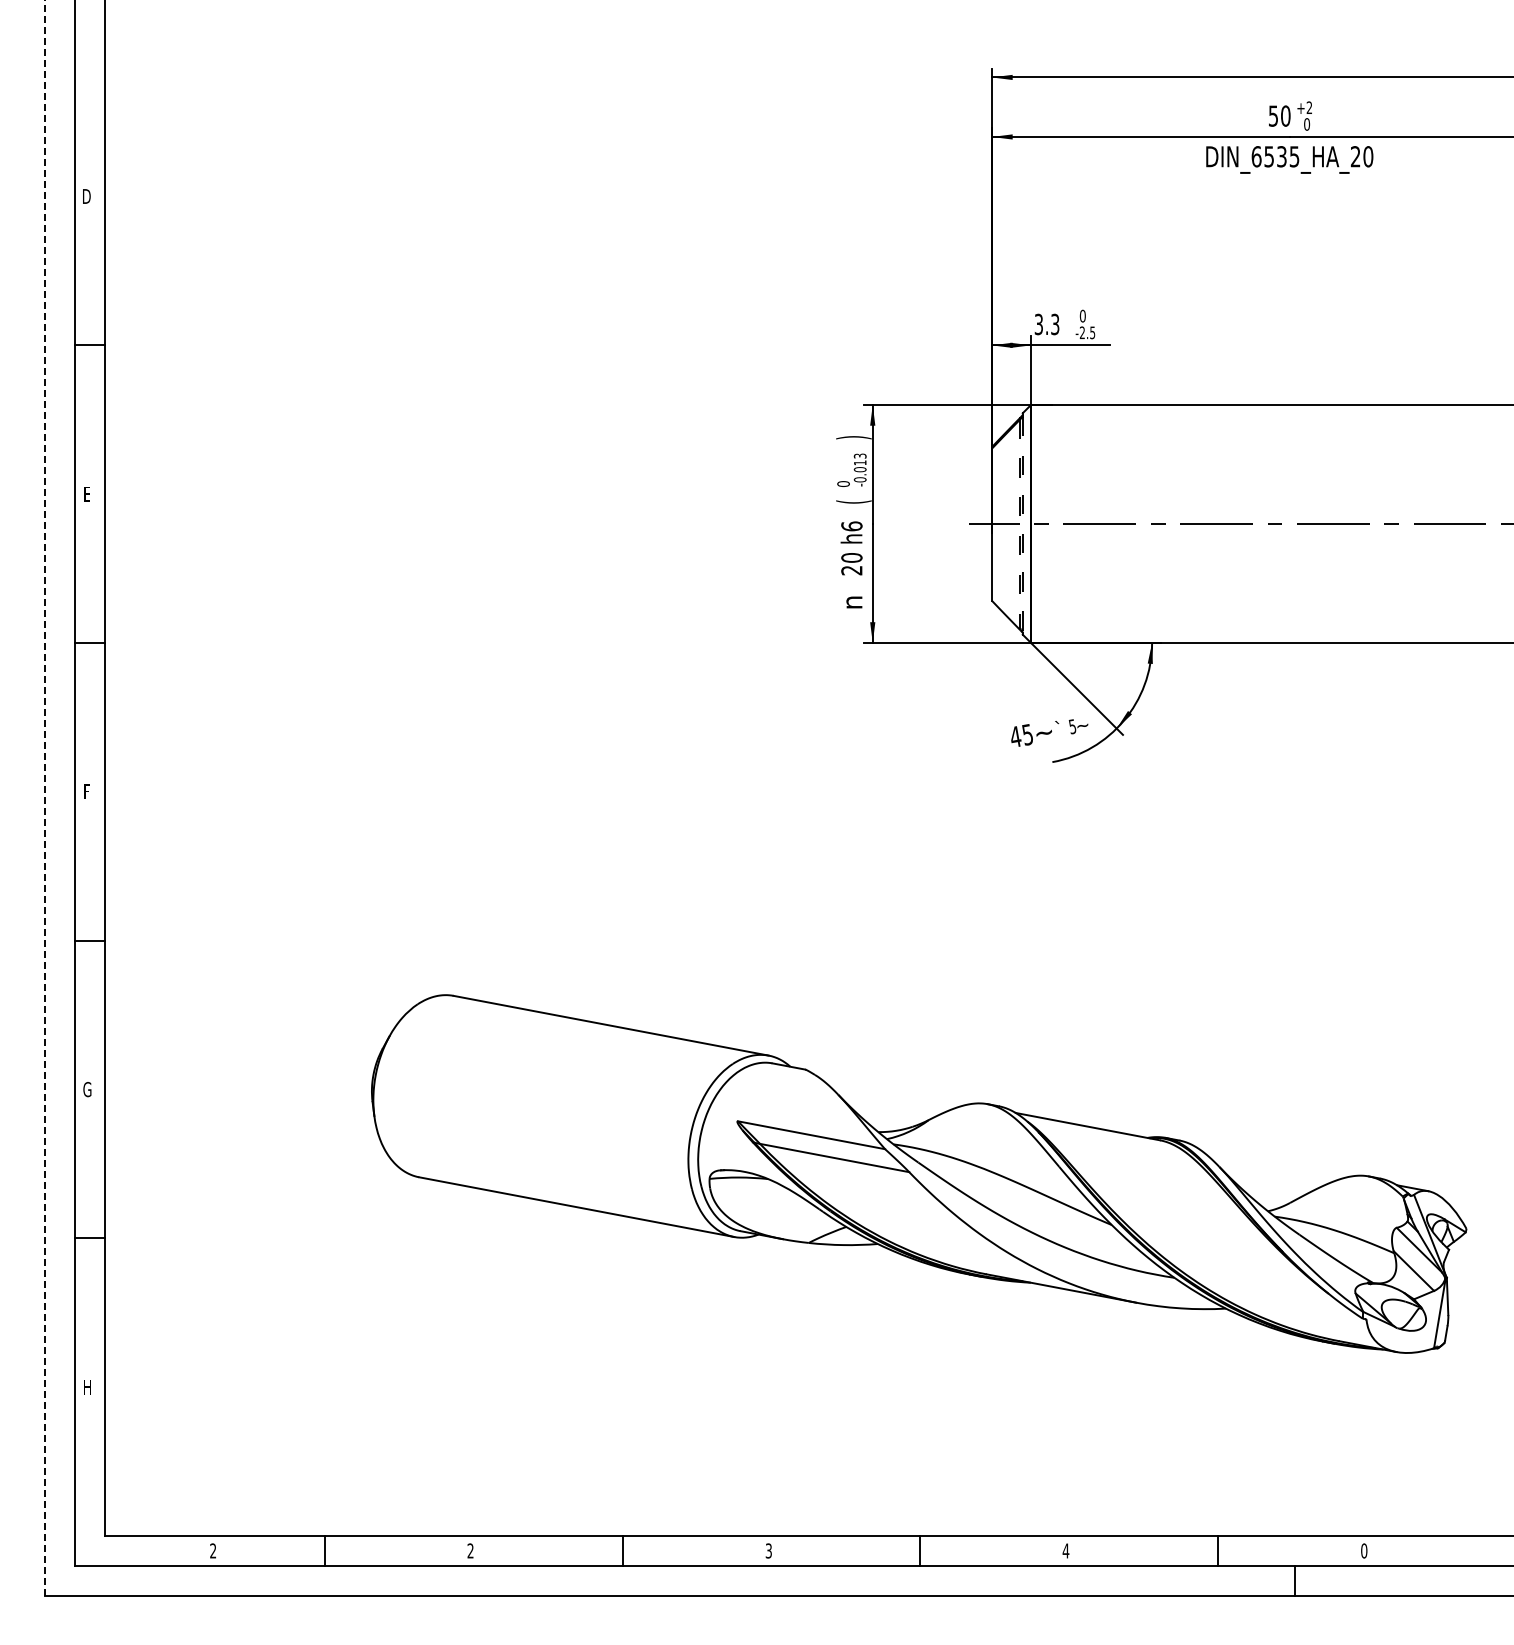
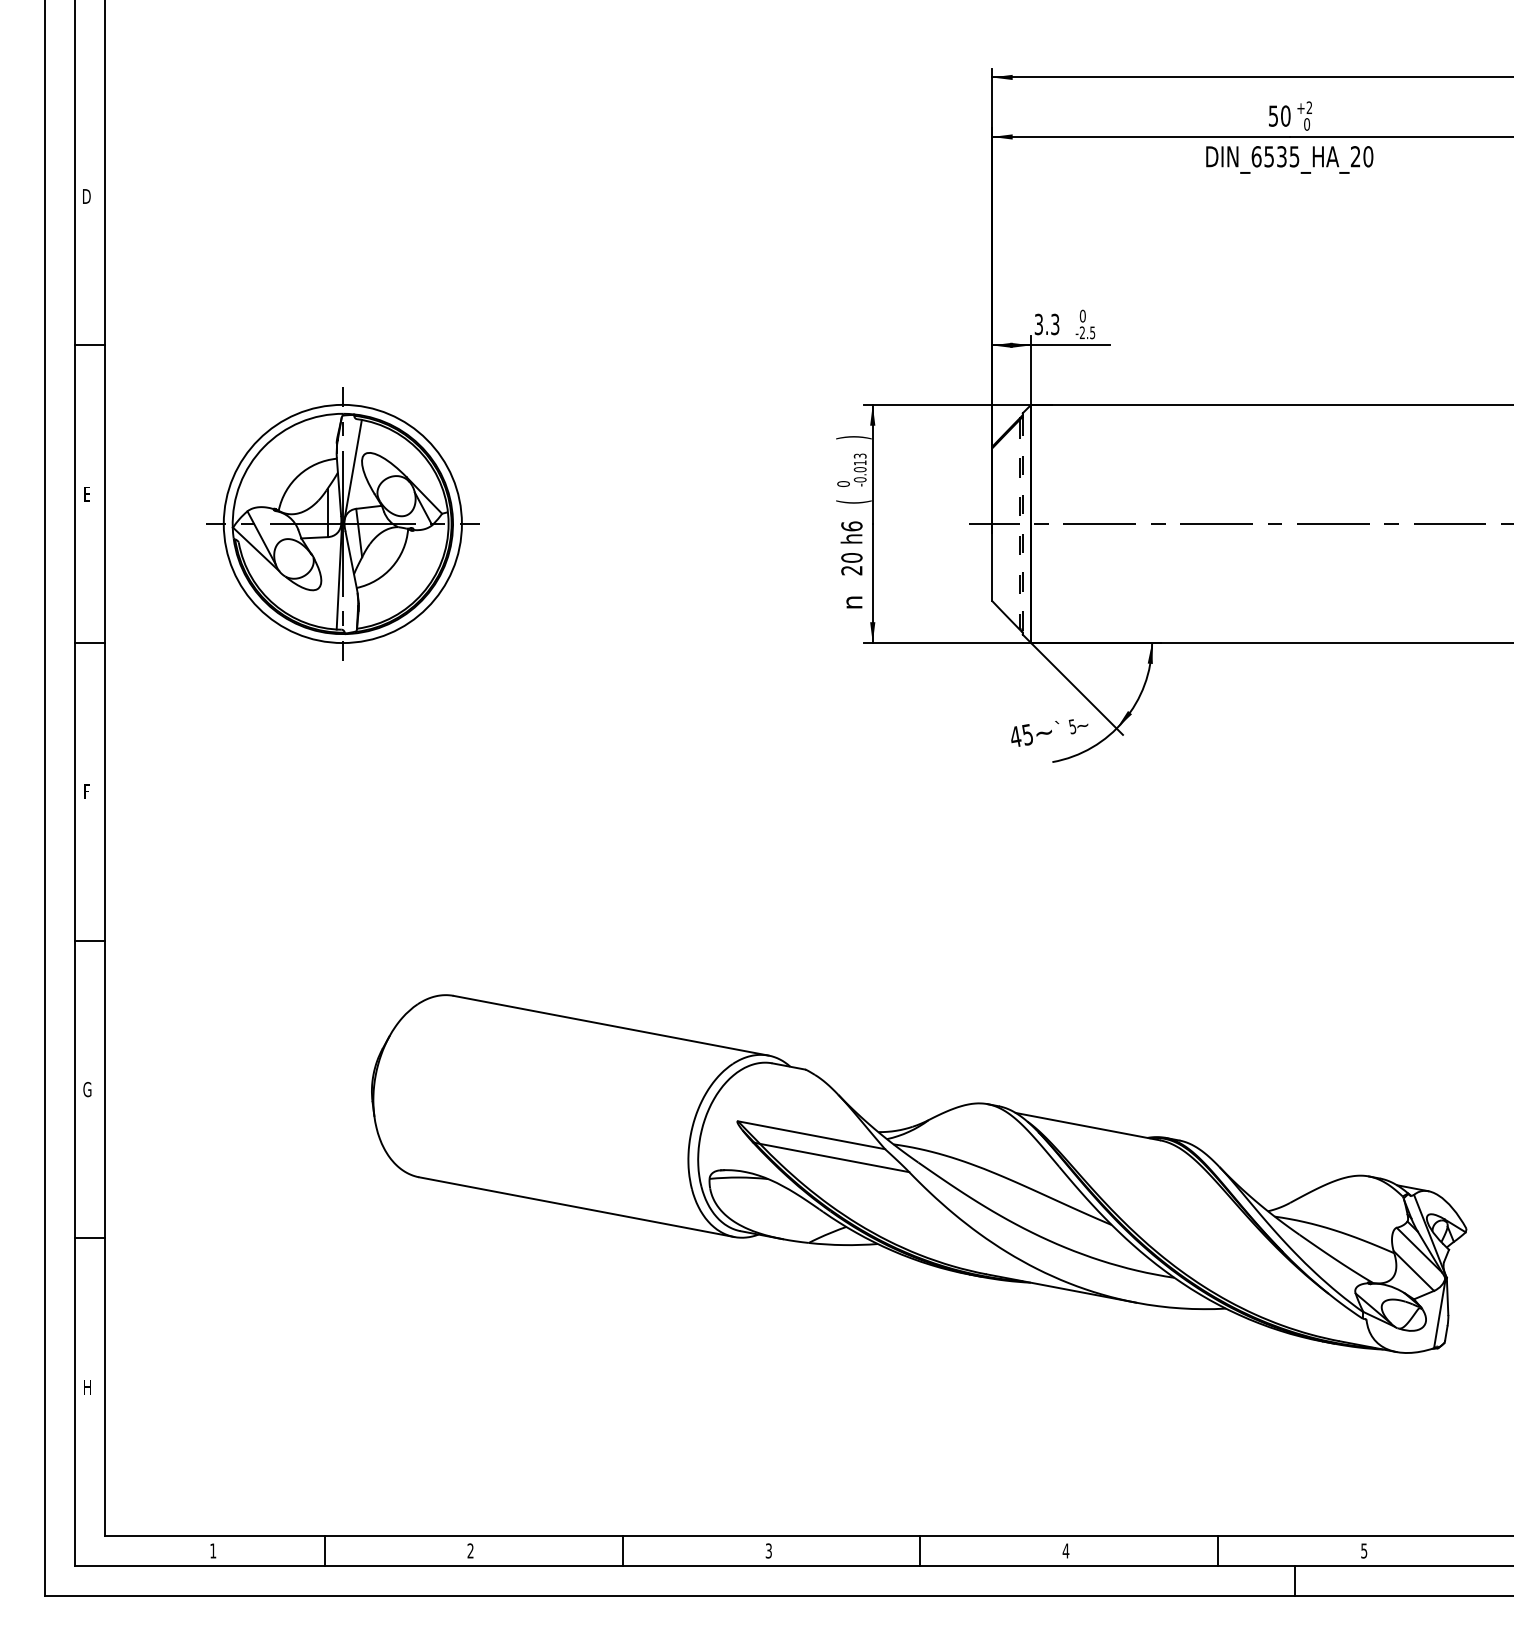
part at (342, 523): none -> present
line at (45, 797): dashed -> solid
text at (213, 1550): 2 -> 1
text at (1364, 1550): 0 -> 5
